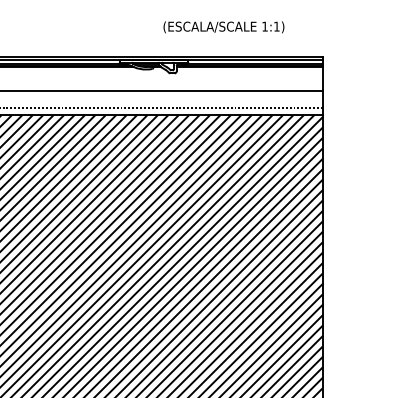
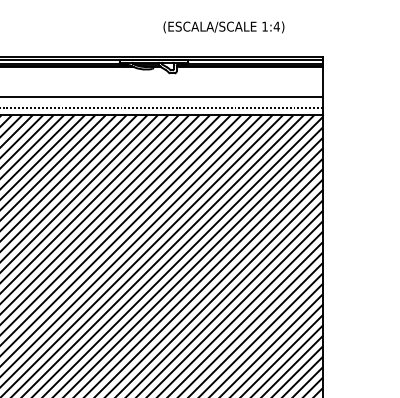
text at (276, 26): 1:1) -> 1:4)
line at (162, 90) position: (162, 90) -> (162, 96)
